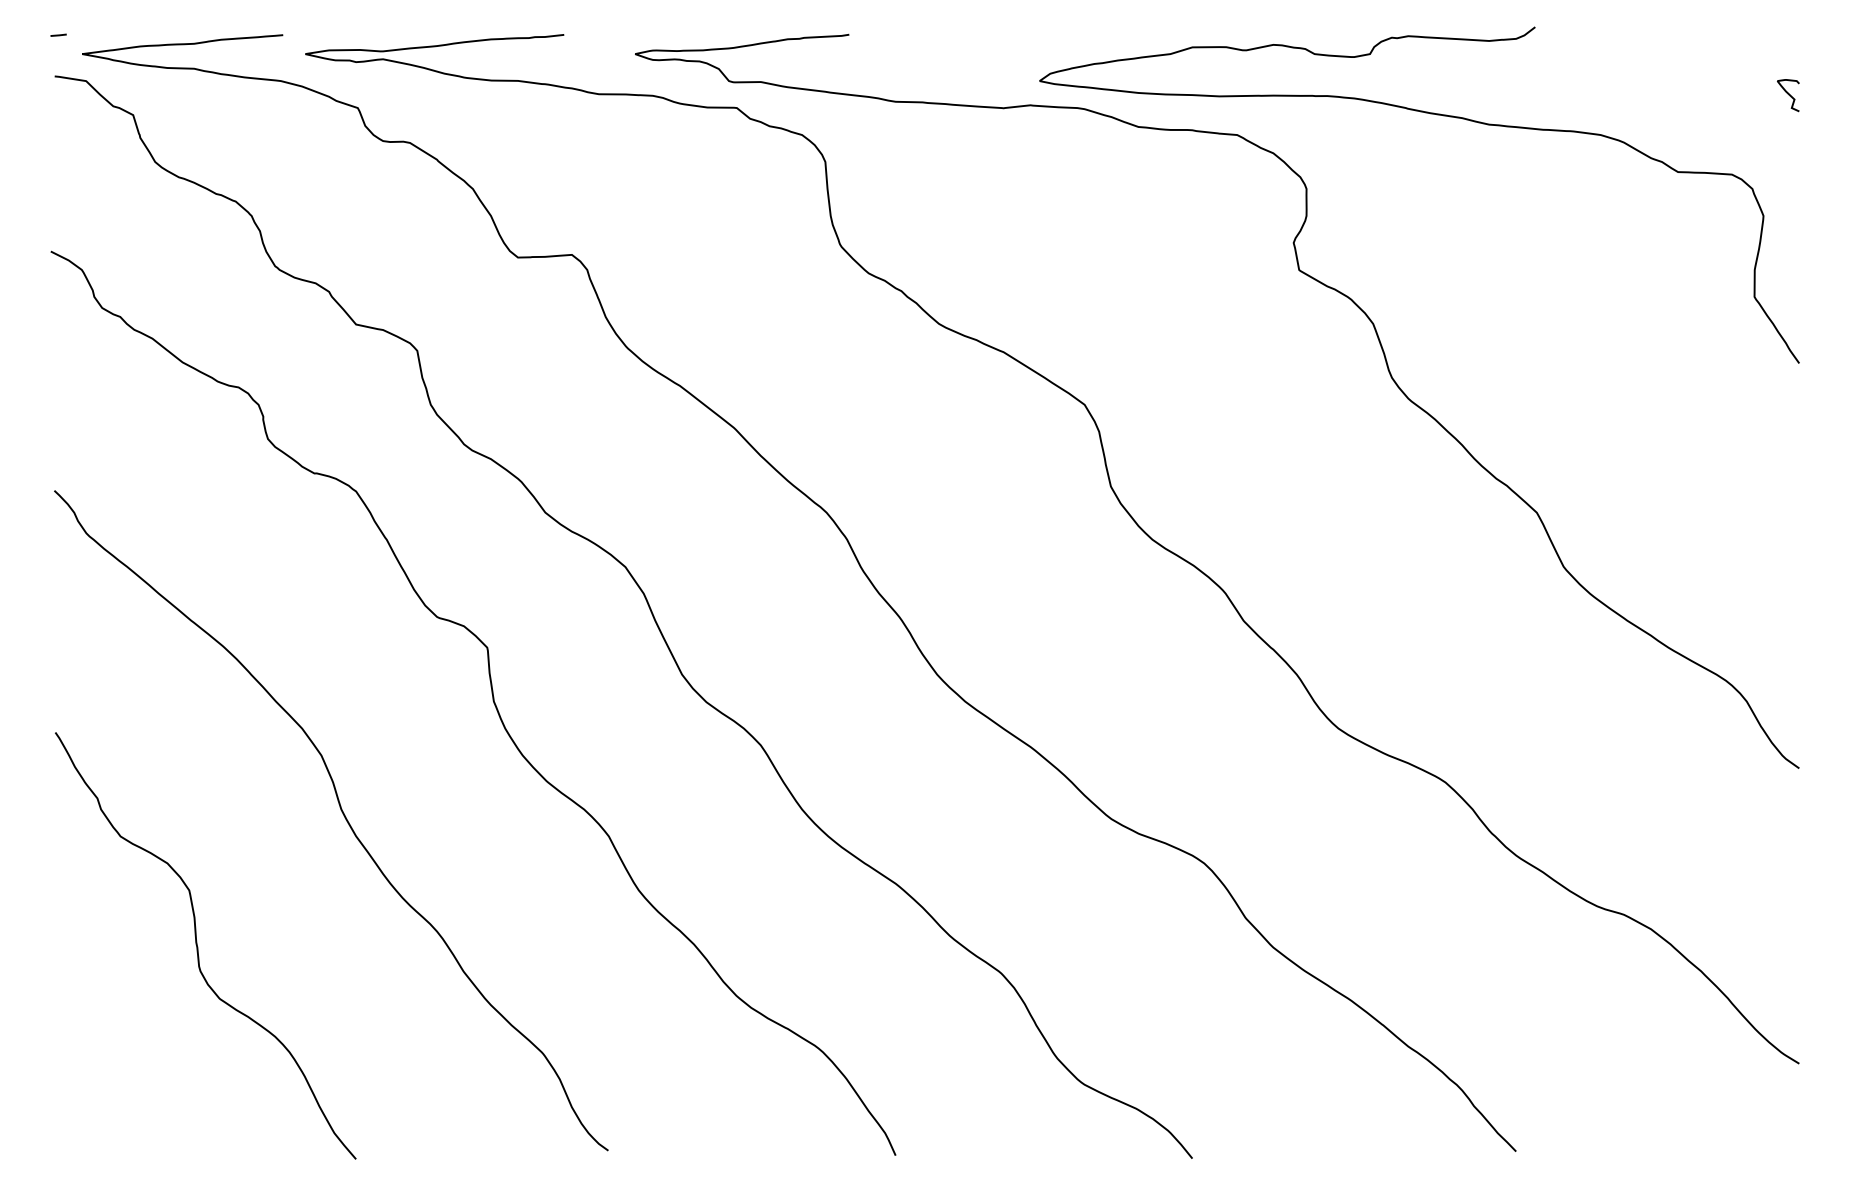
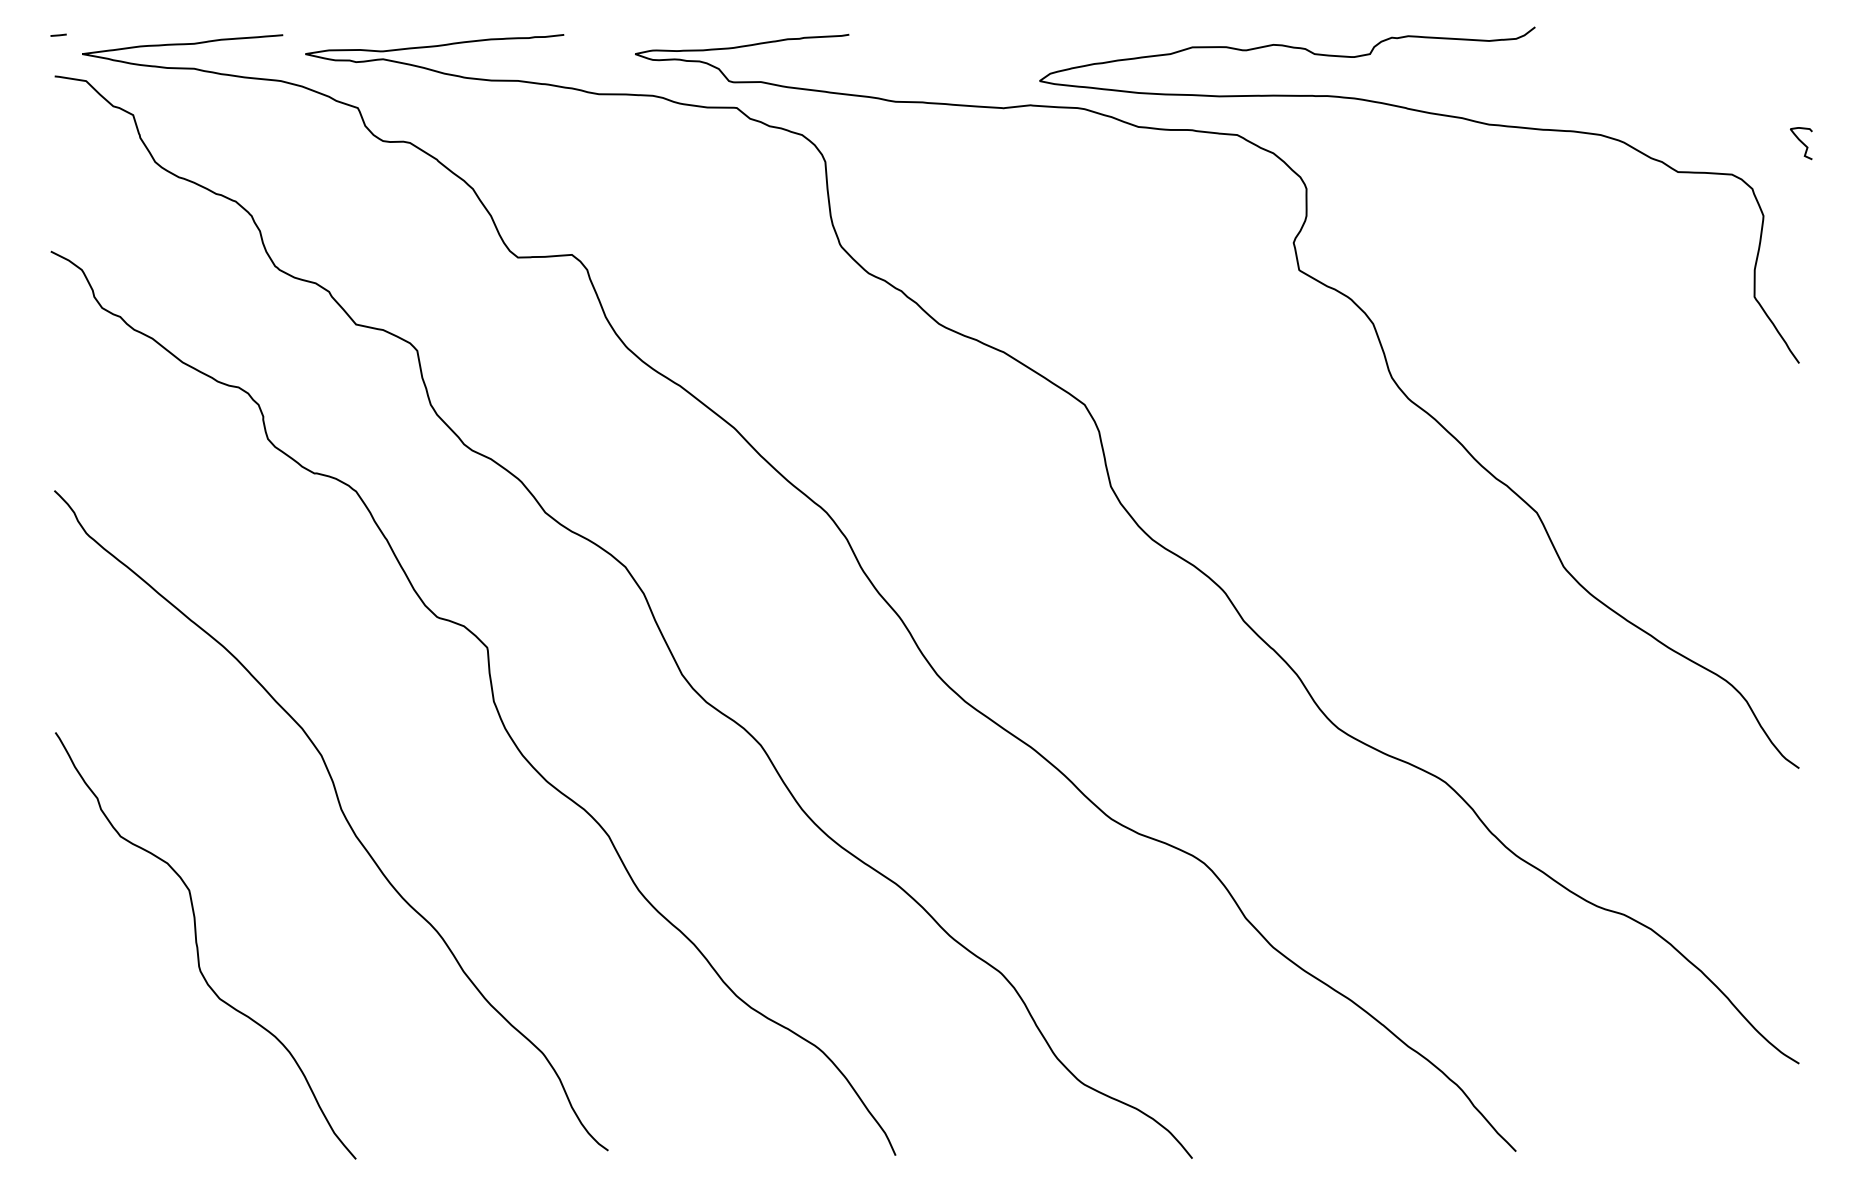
curve at (1788, 95) position: (1788, 95) -> (1801, 143)
